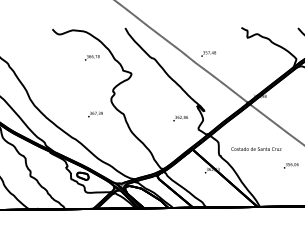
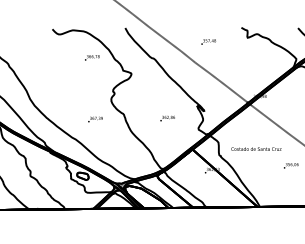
text at (208, 53) position: (208, 53) -> (208, 41)
text at (95, 114) position: (95, 114) -> (95, 119)
text at (180, 118) position: (180, 118) -> (167, 118)
